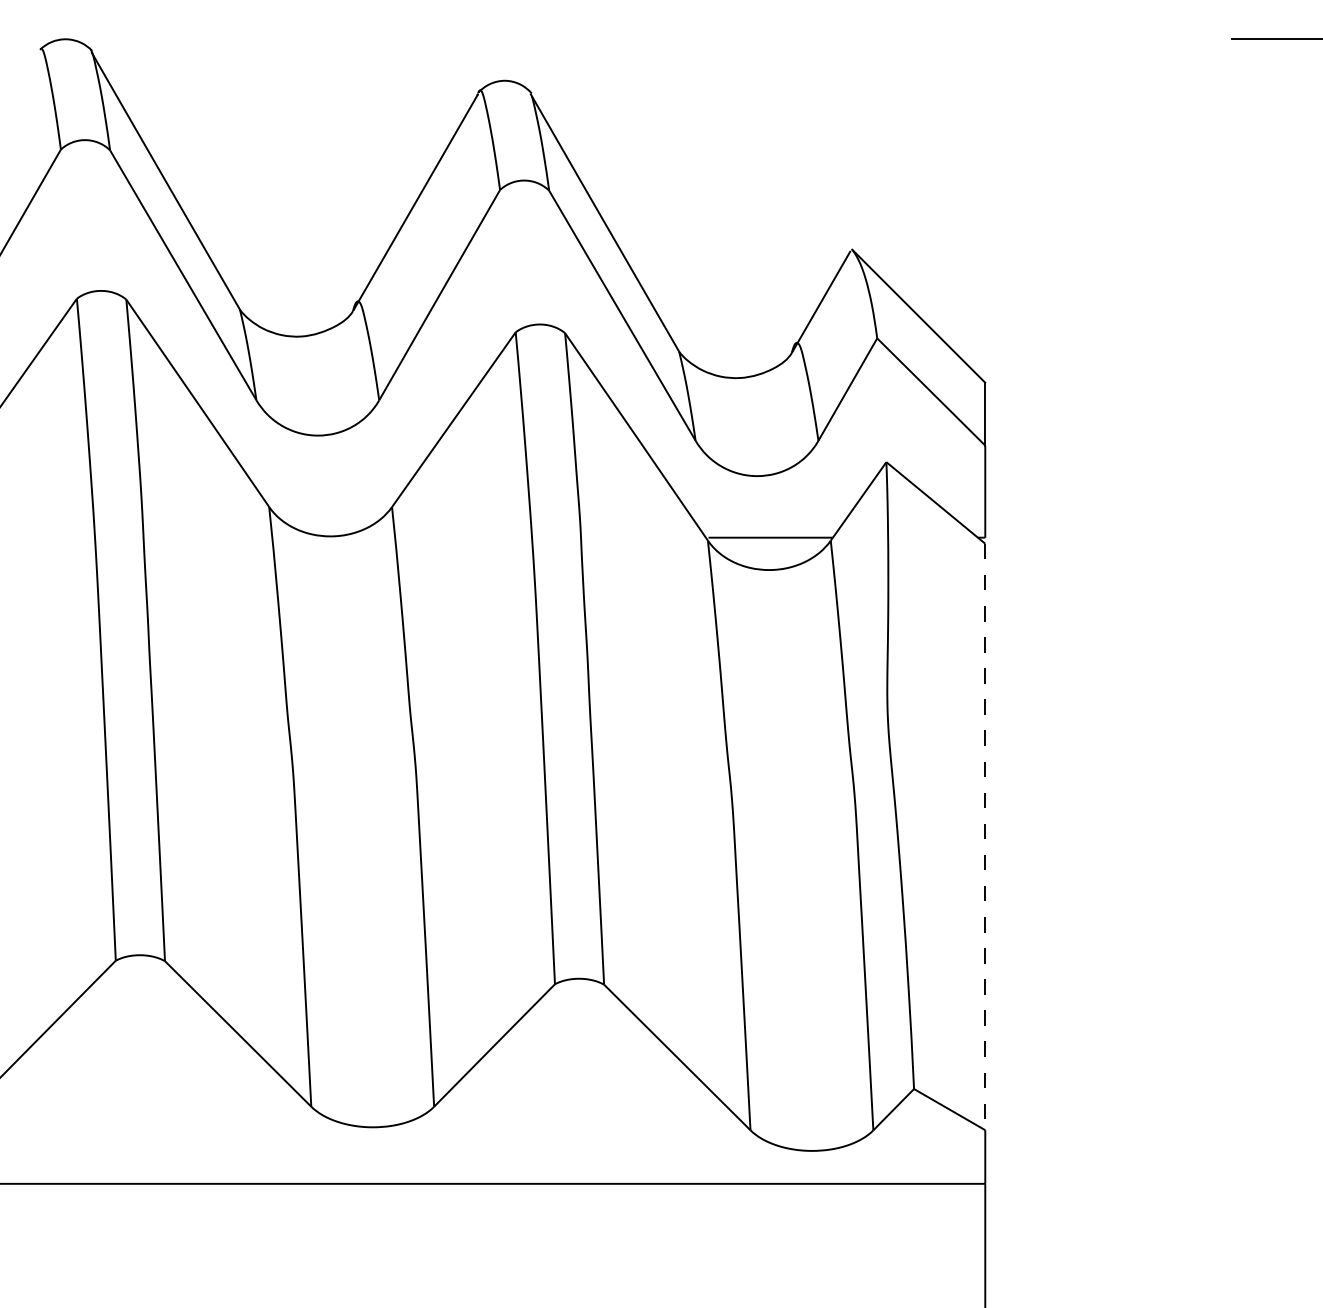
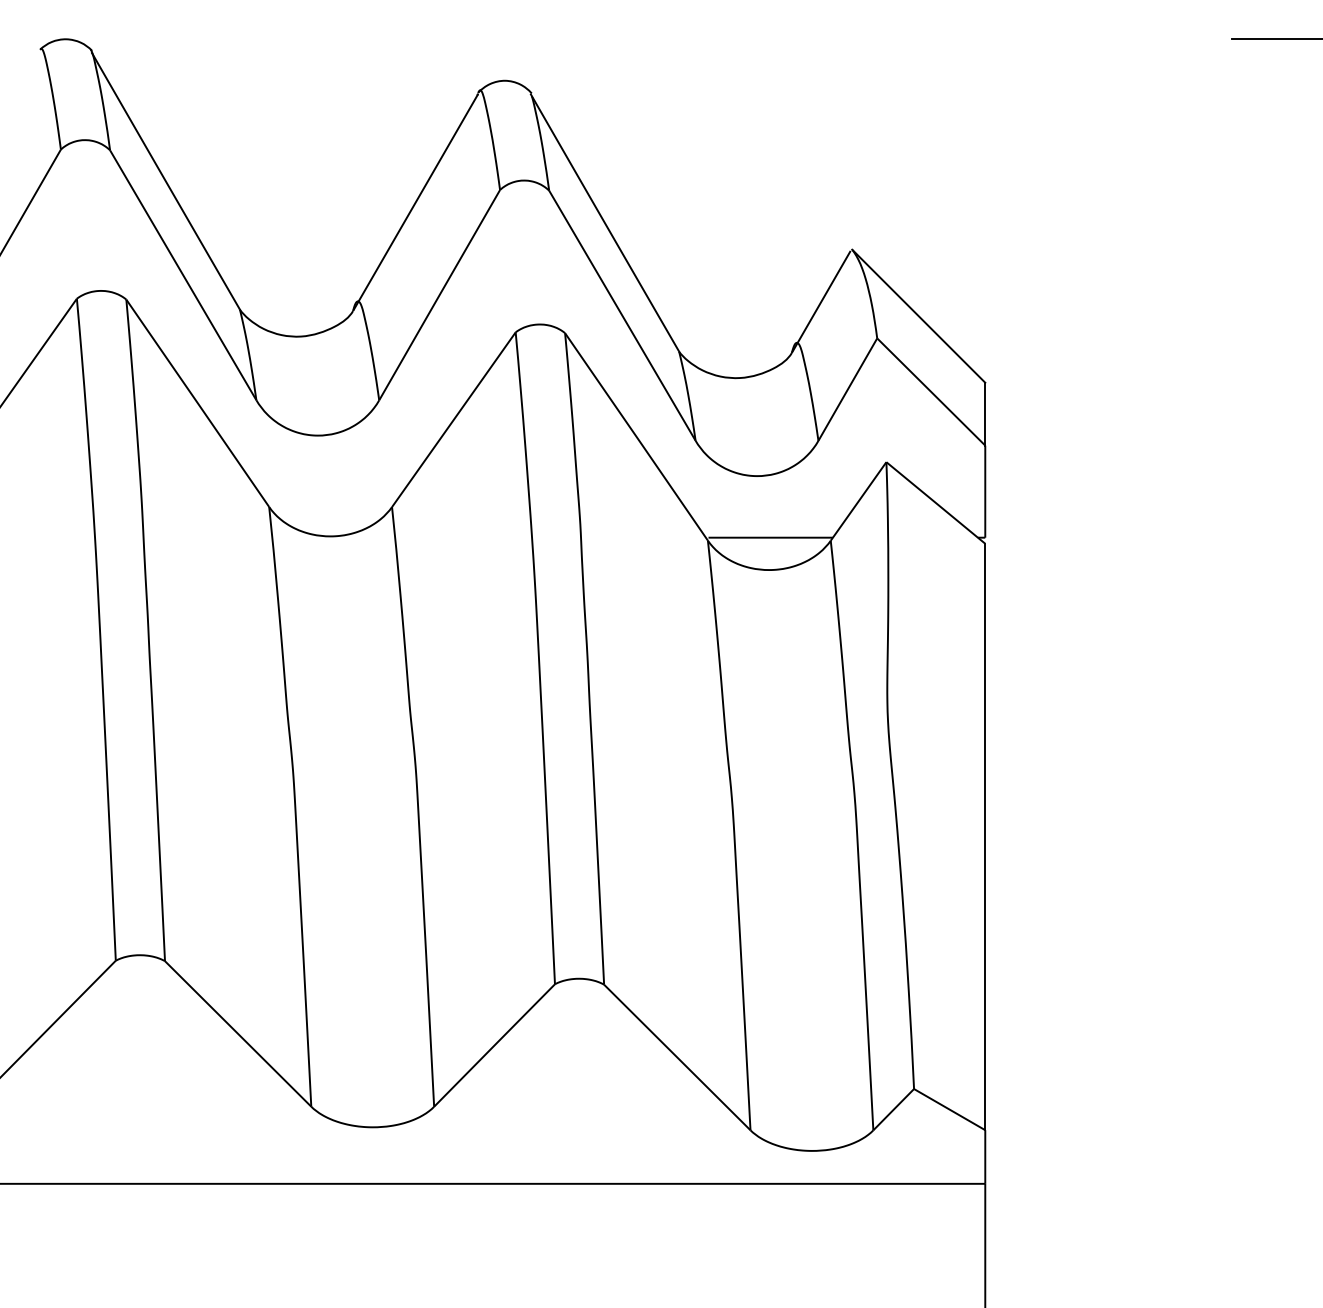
line at (985, 837): dashed -> solid
